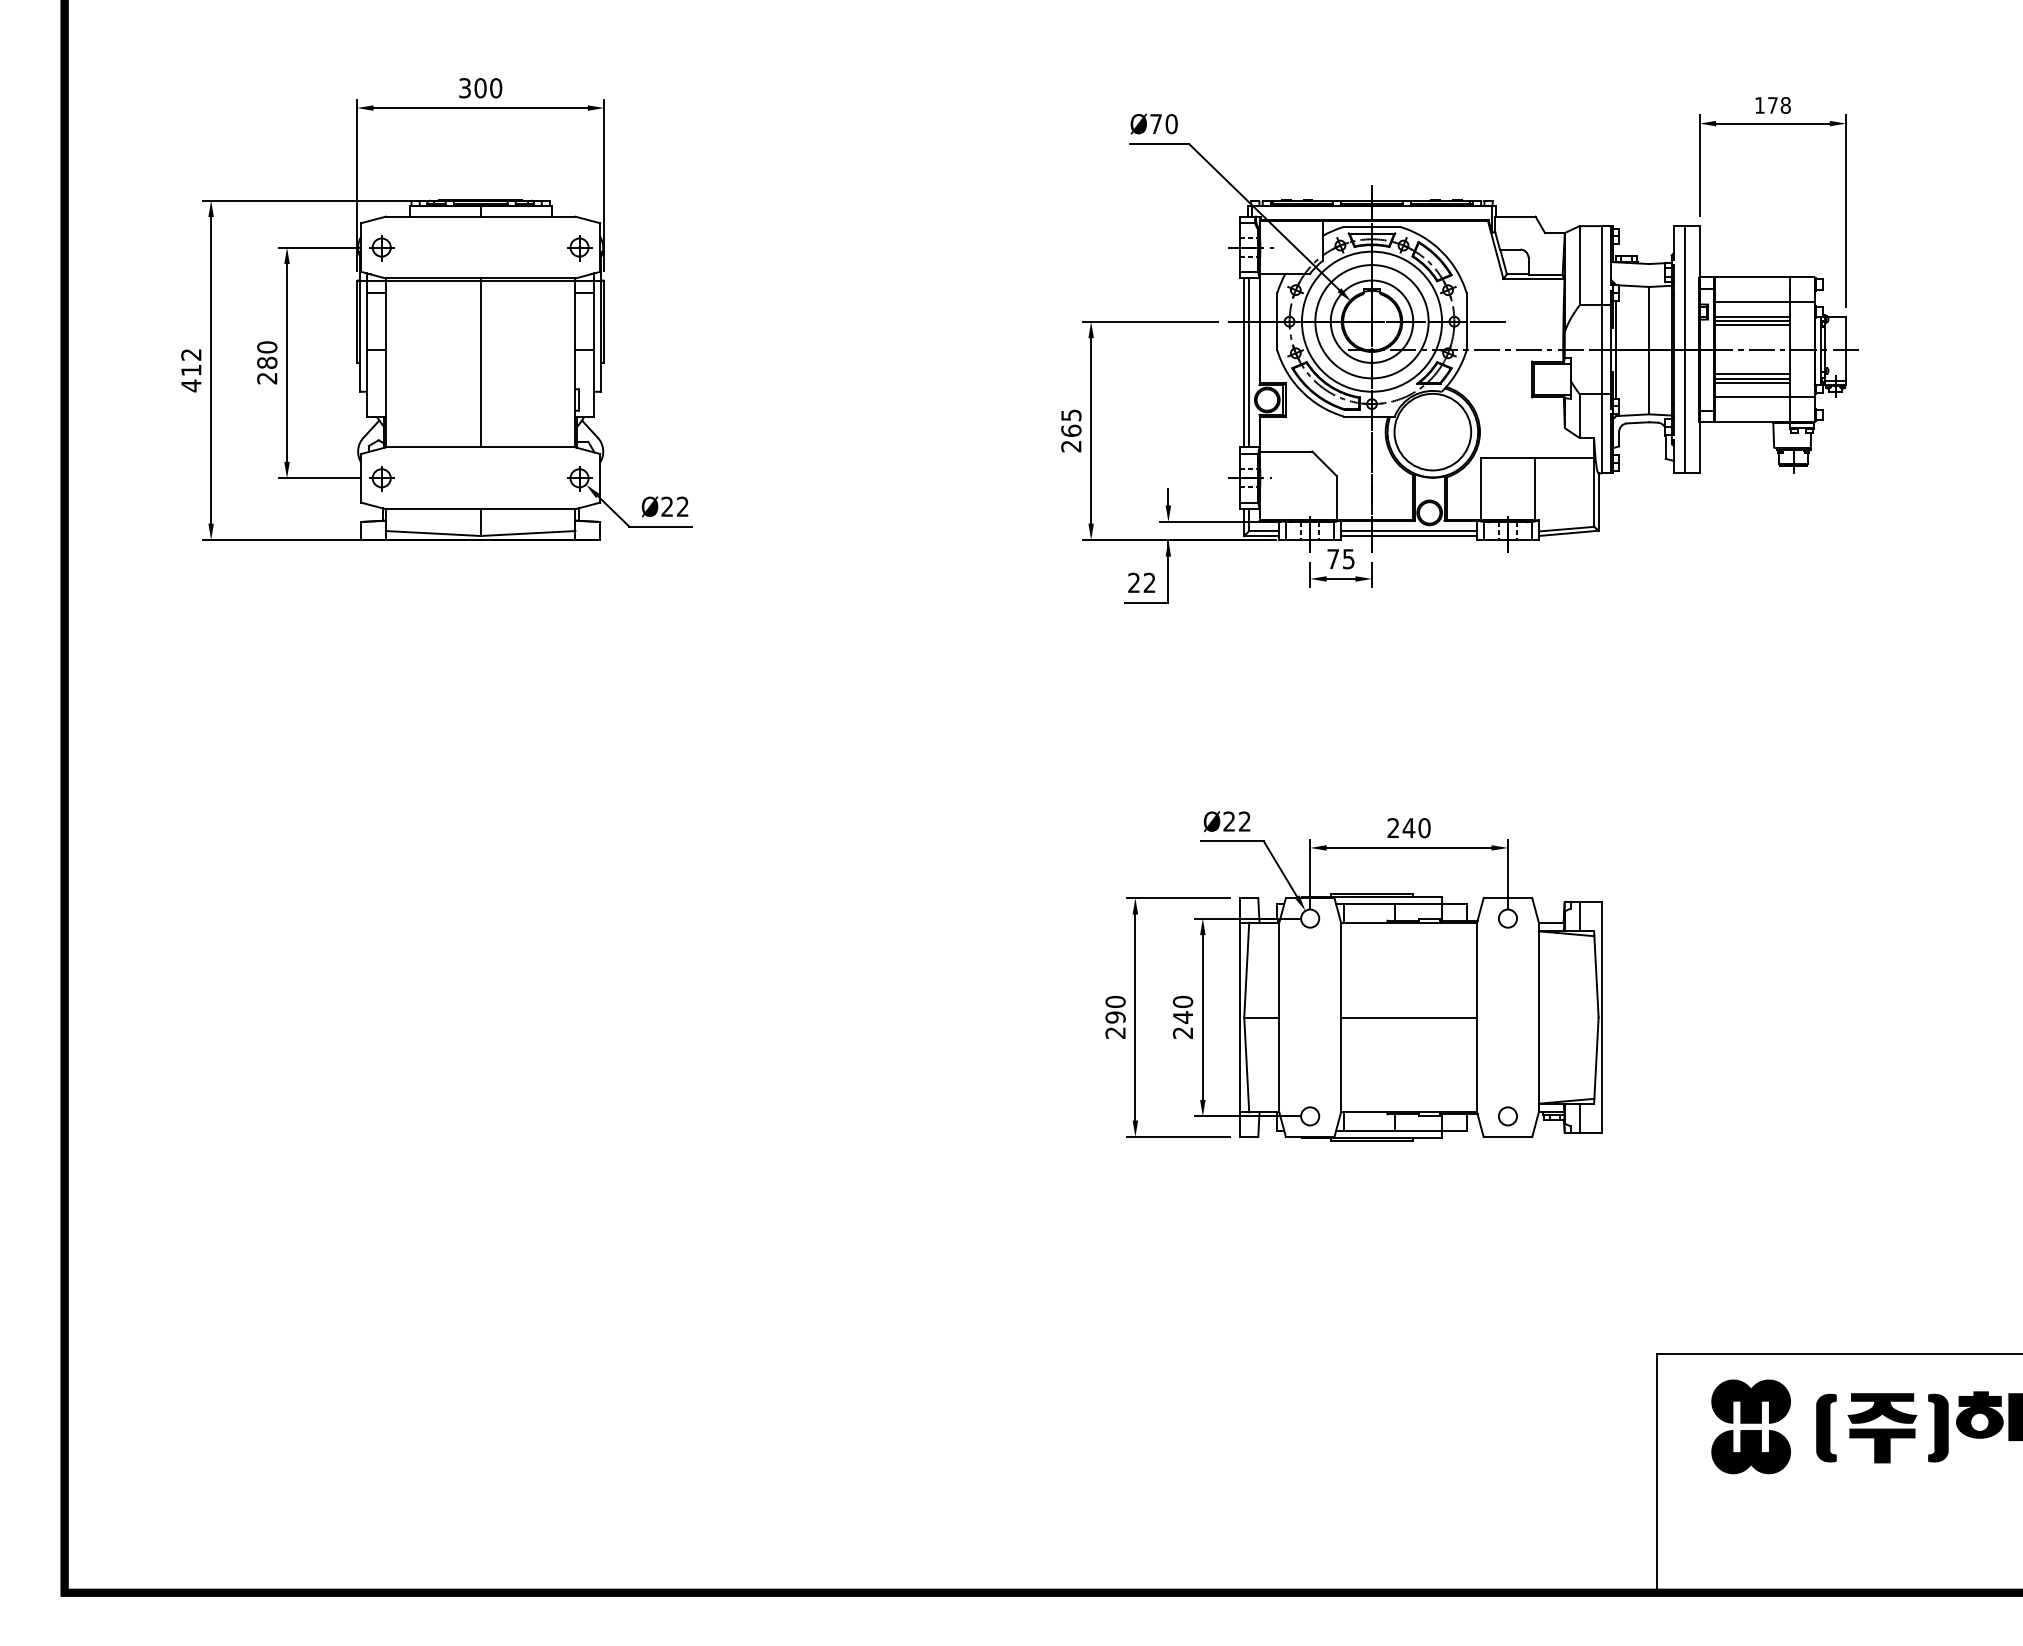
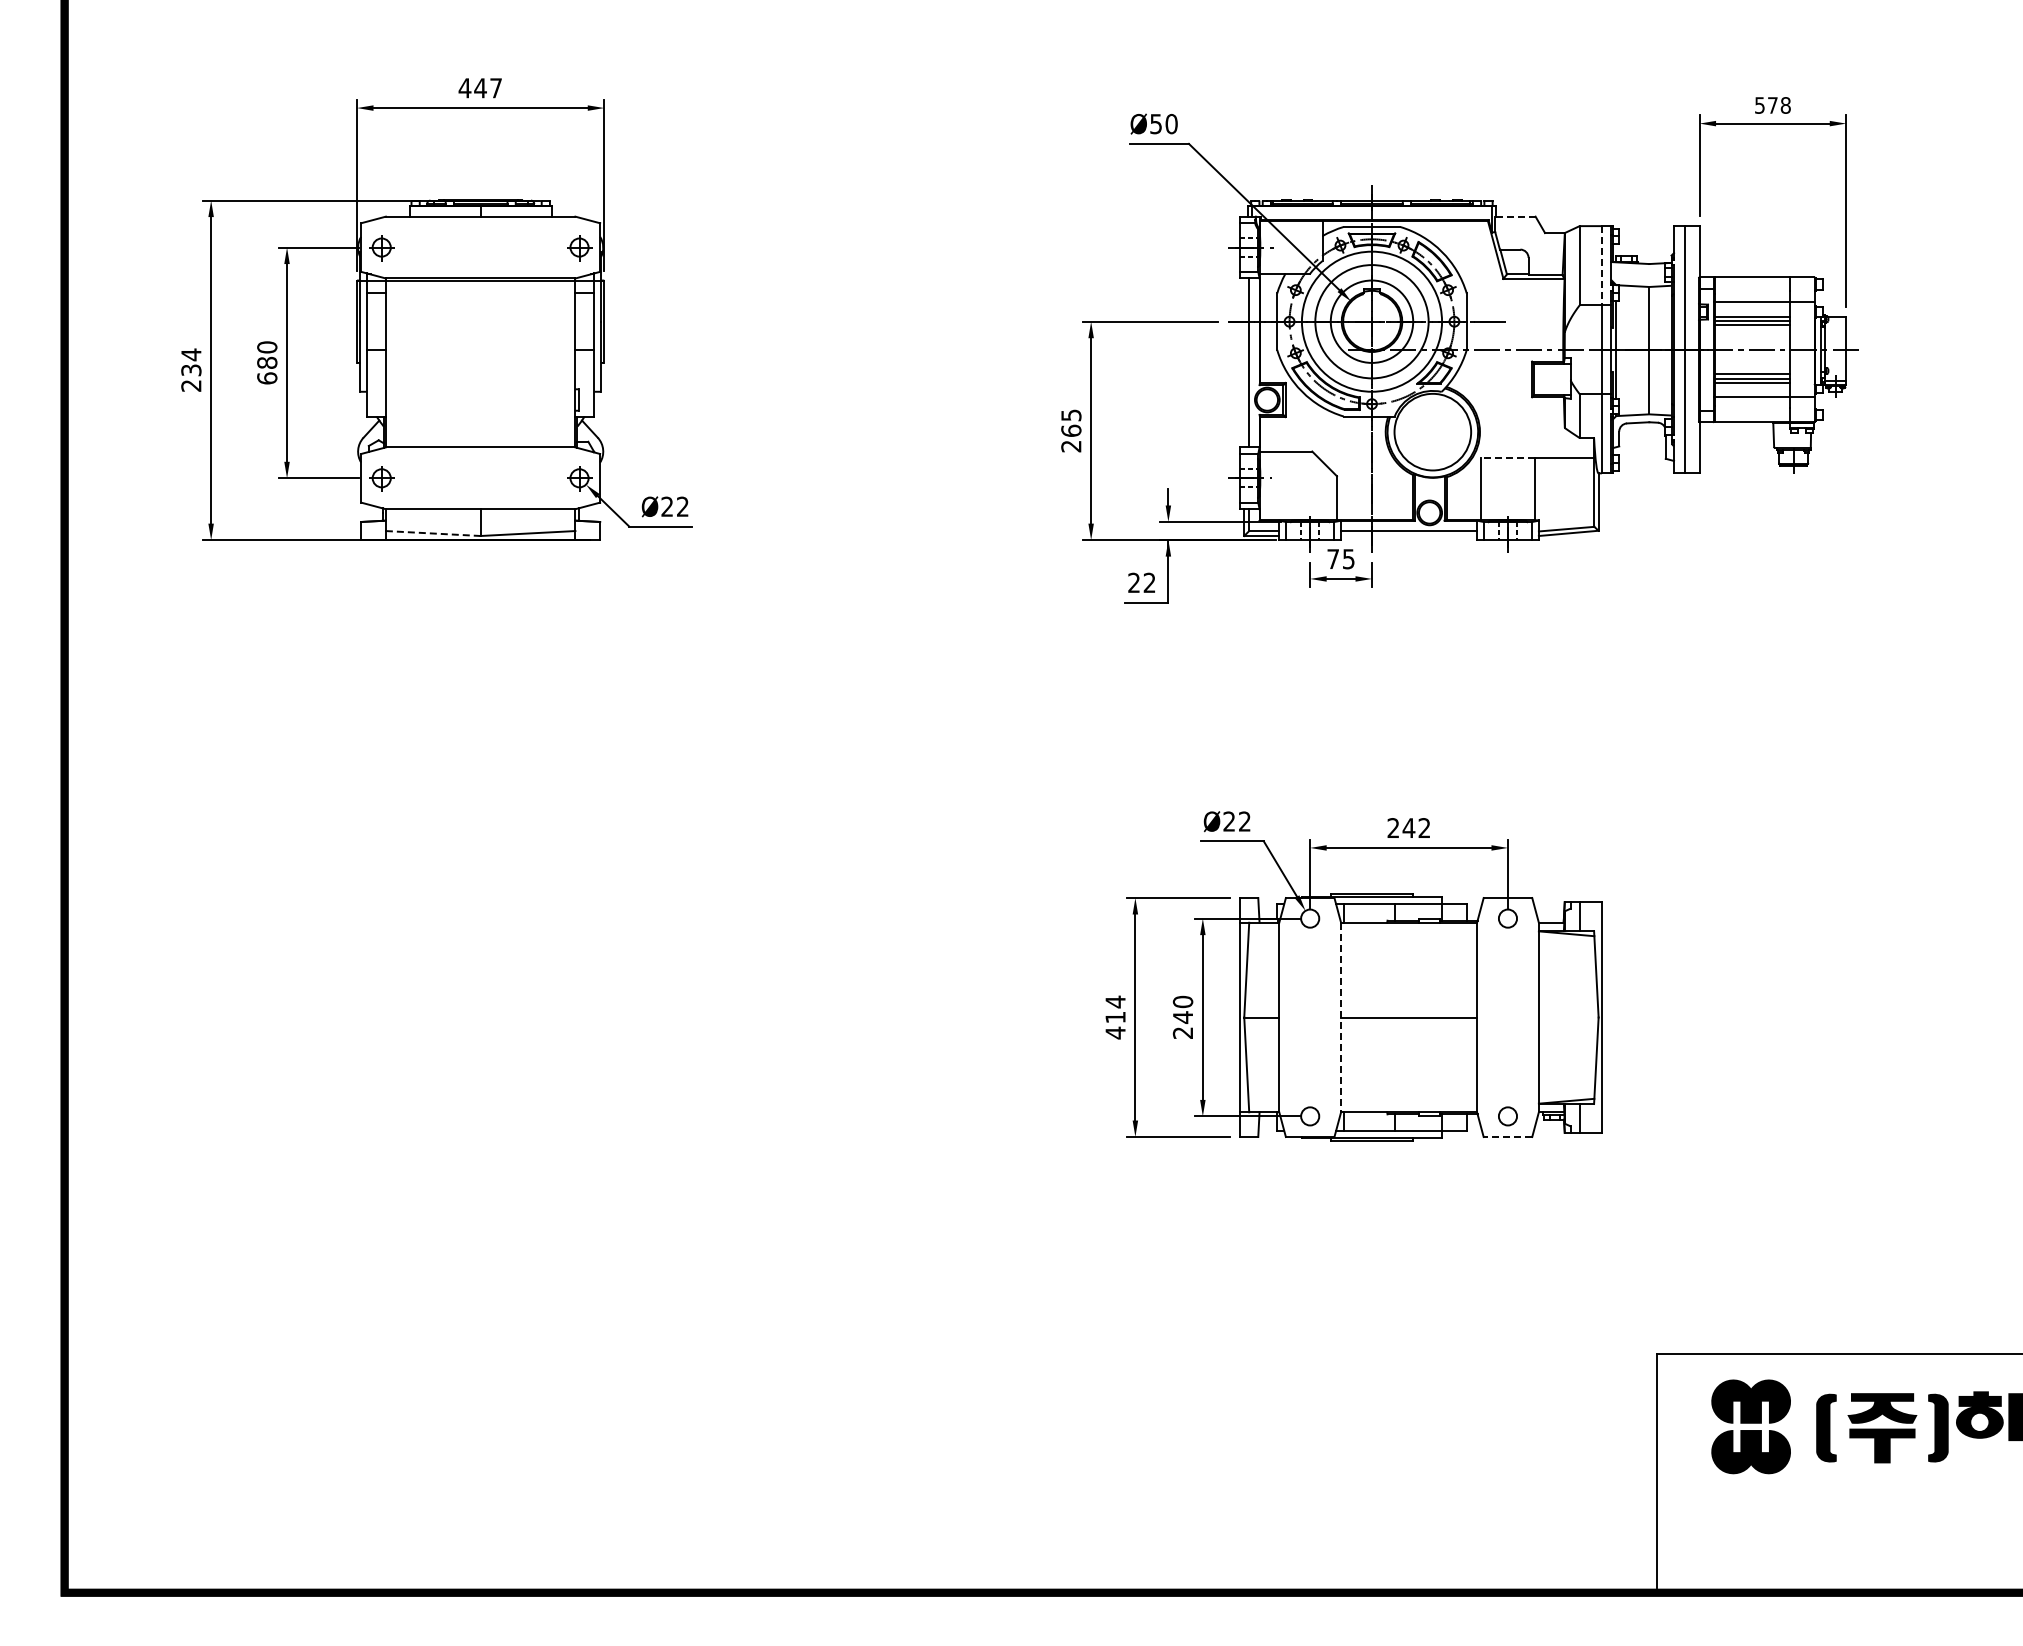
text at (480, 88): 300 -> 447
text at (1759, 105): 178 -> 578
text at (1155, 124): Ø70 -> Ø50
line at (1514, 216): solid -> dashed
line at (1601, 265): solid -> dashed
line at (480, 362): present -> none
line at (1244, 362): present -> none
text at (191, 370): 412 -> 234
text at (267, 378): 280 -> 680
line at (1507, 457): solid -> dashed
line at (433, 533): solid -> dashed
line at (1409, 536): present -> none
text at (1424, 828): 240 -> 242
text at (1115, 1017): 290 -> 414
line at (1341, 1017): solid -> dashed
line at (1507, 1137): solid -> dashed
